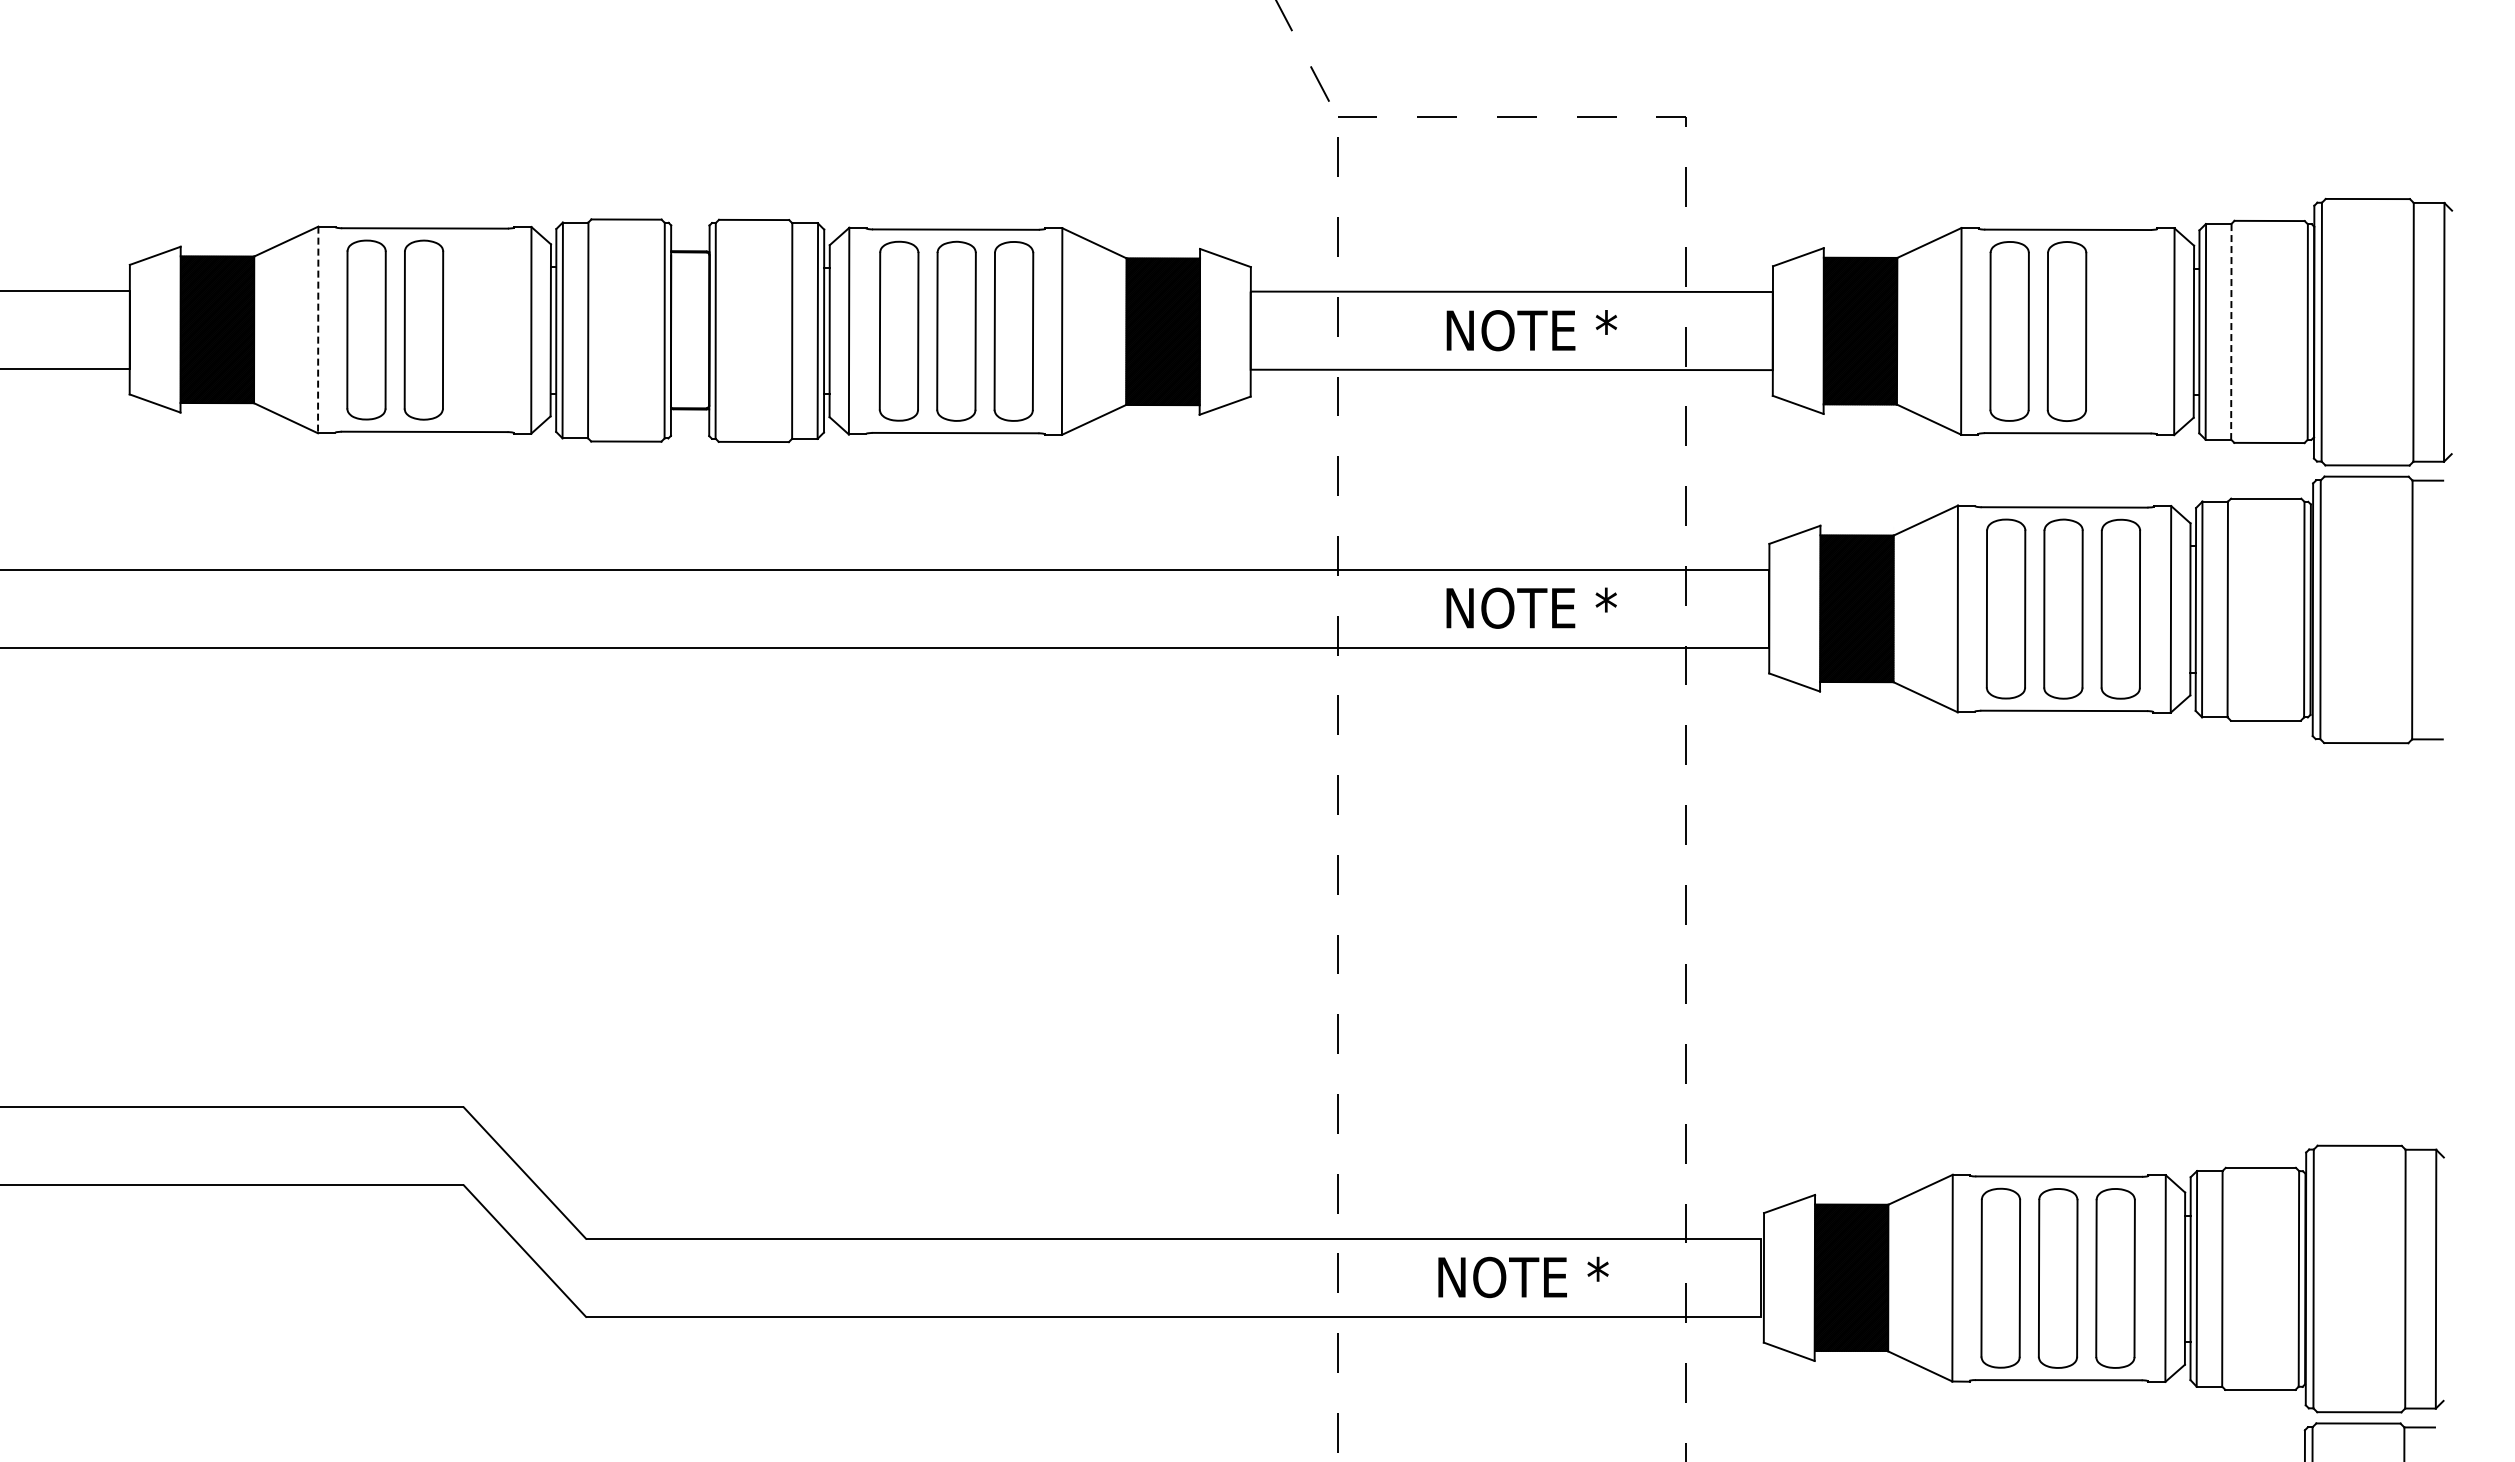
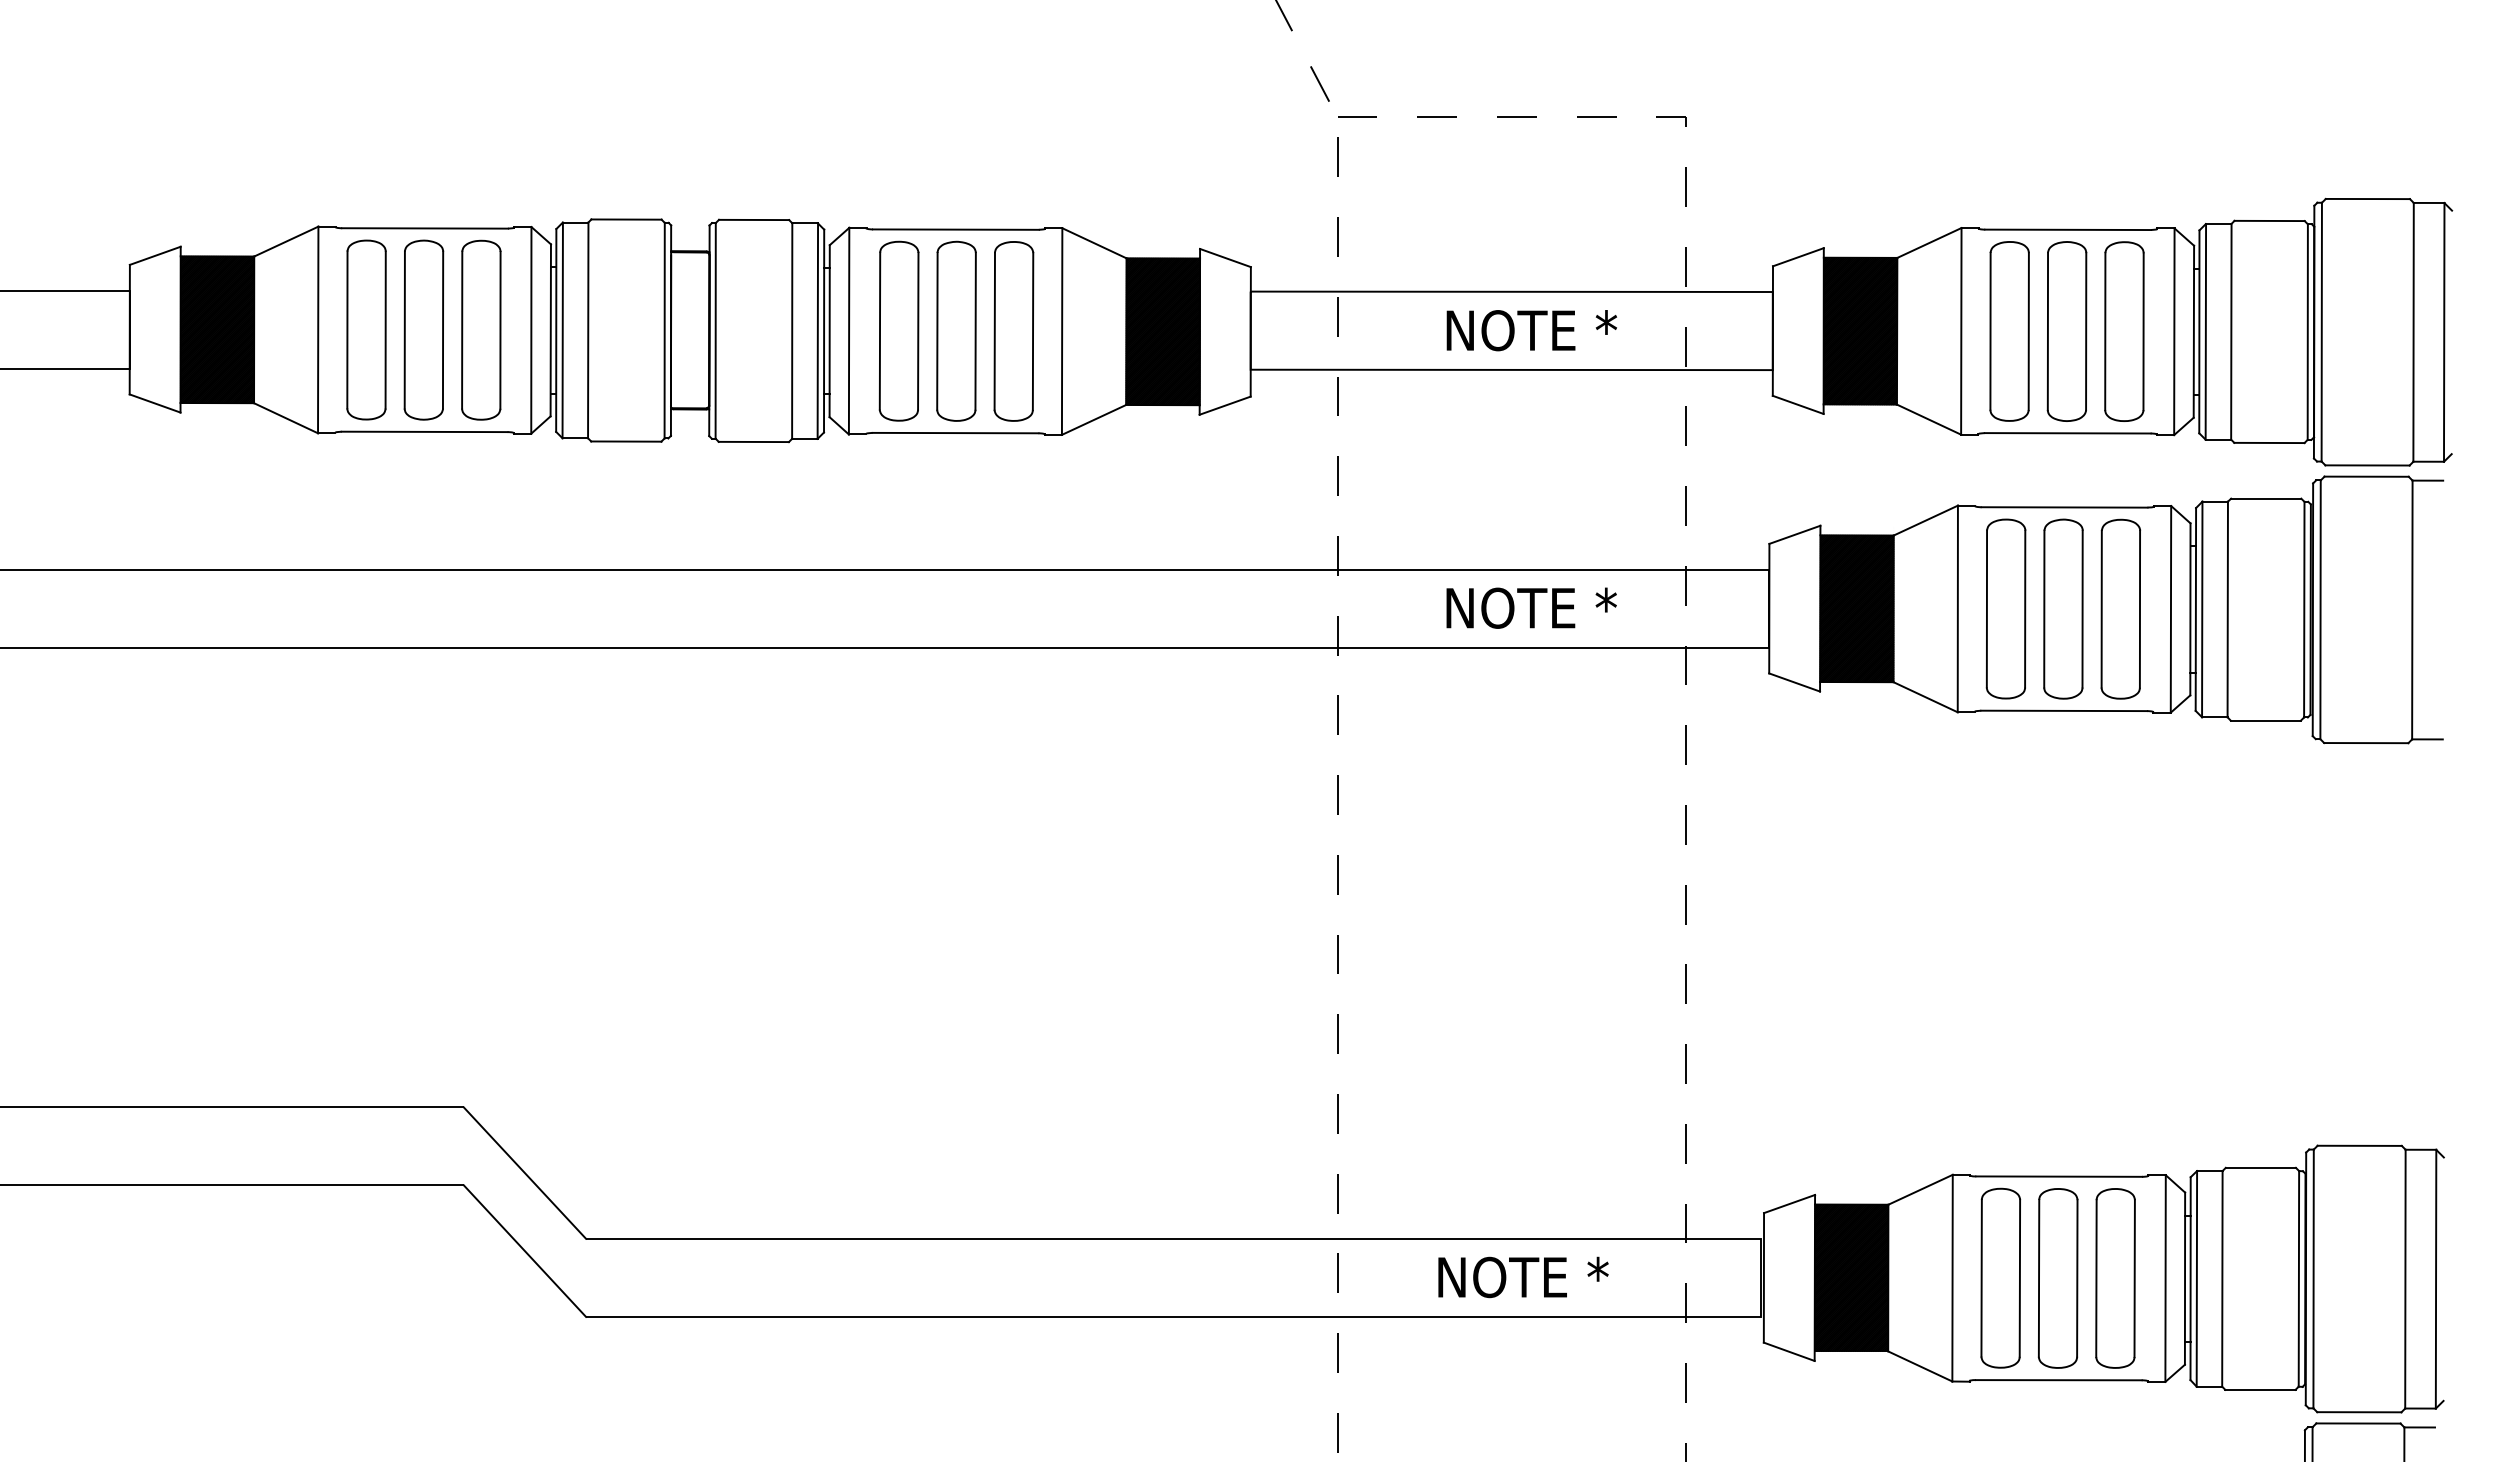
part at (481, 329): none -> present
line at (318, 330): dashed -> solid
part at (2124, 331): none -> present
line at (2231, 331): dashed -> solid
